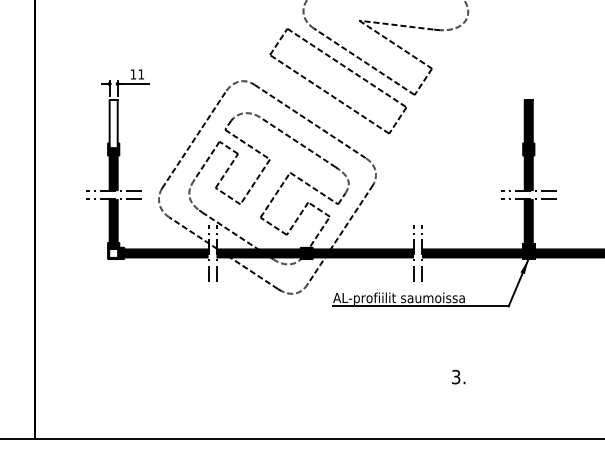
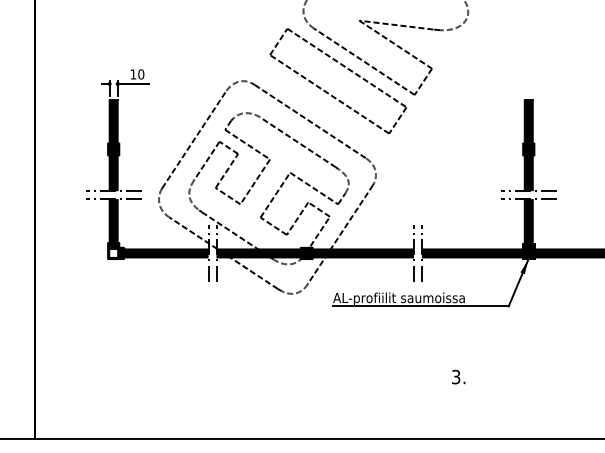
text at (141, 74): 11 -> 10
fill at (113, 123): none -> present
